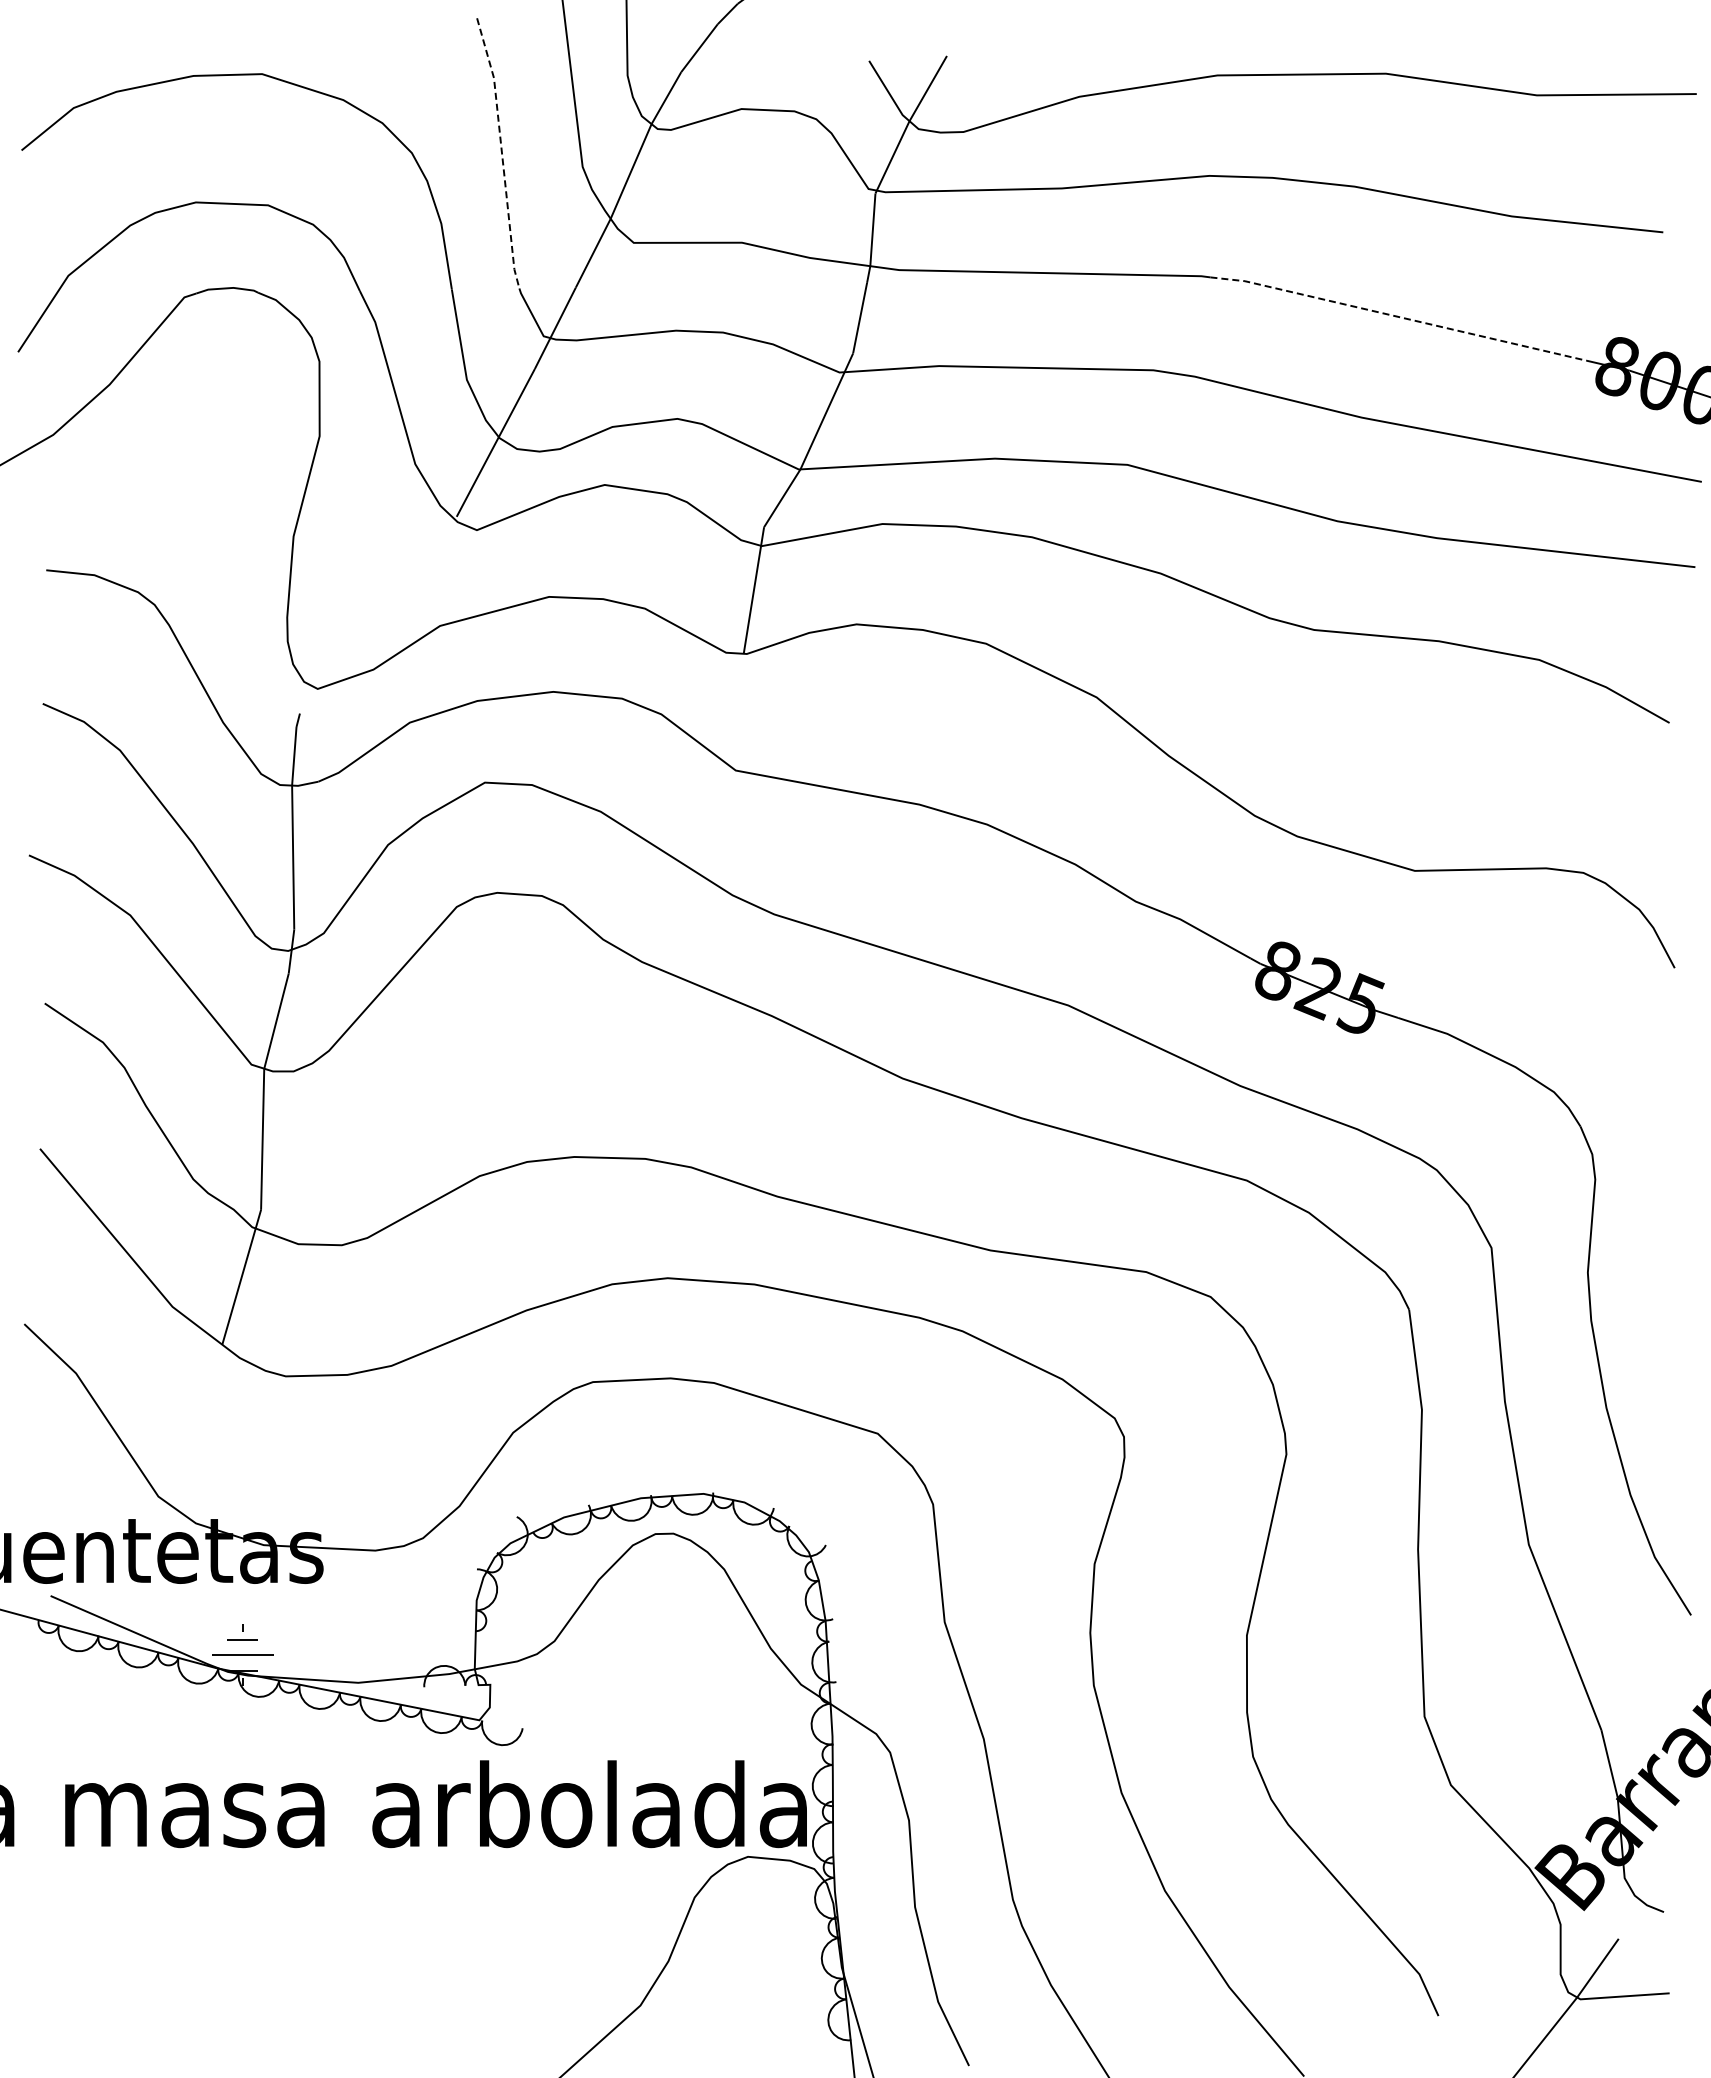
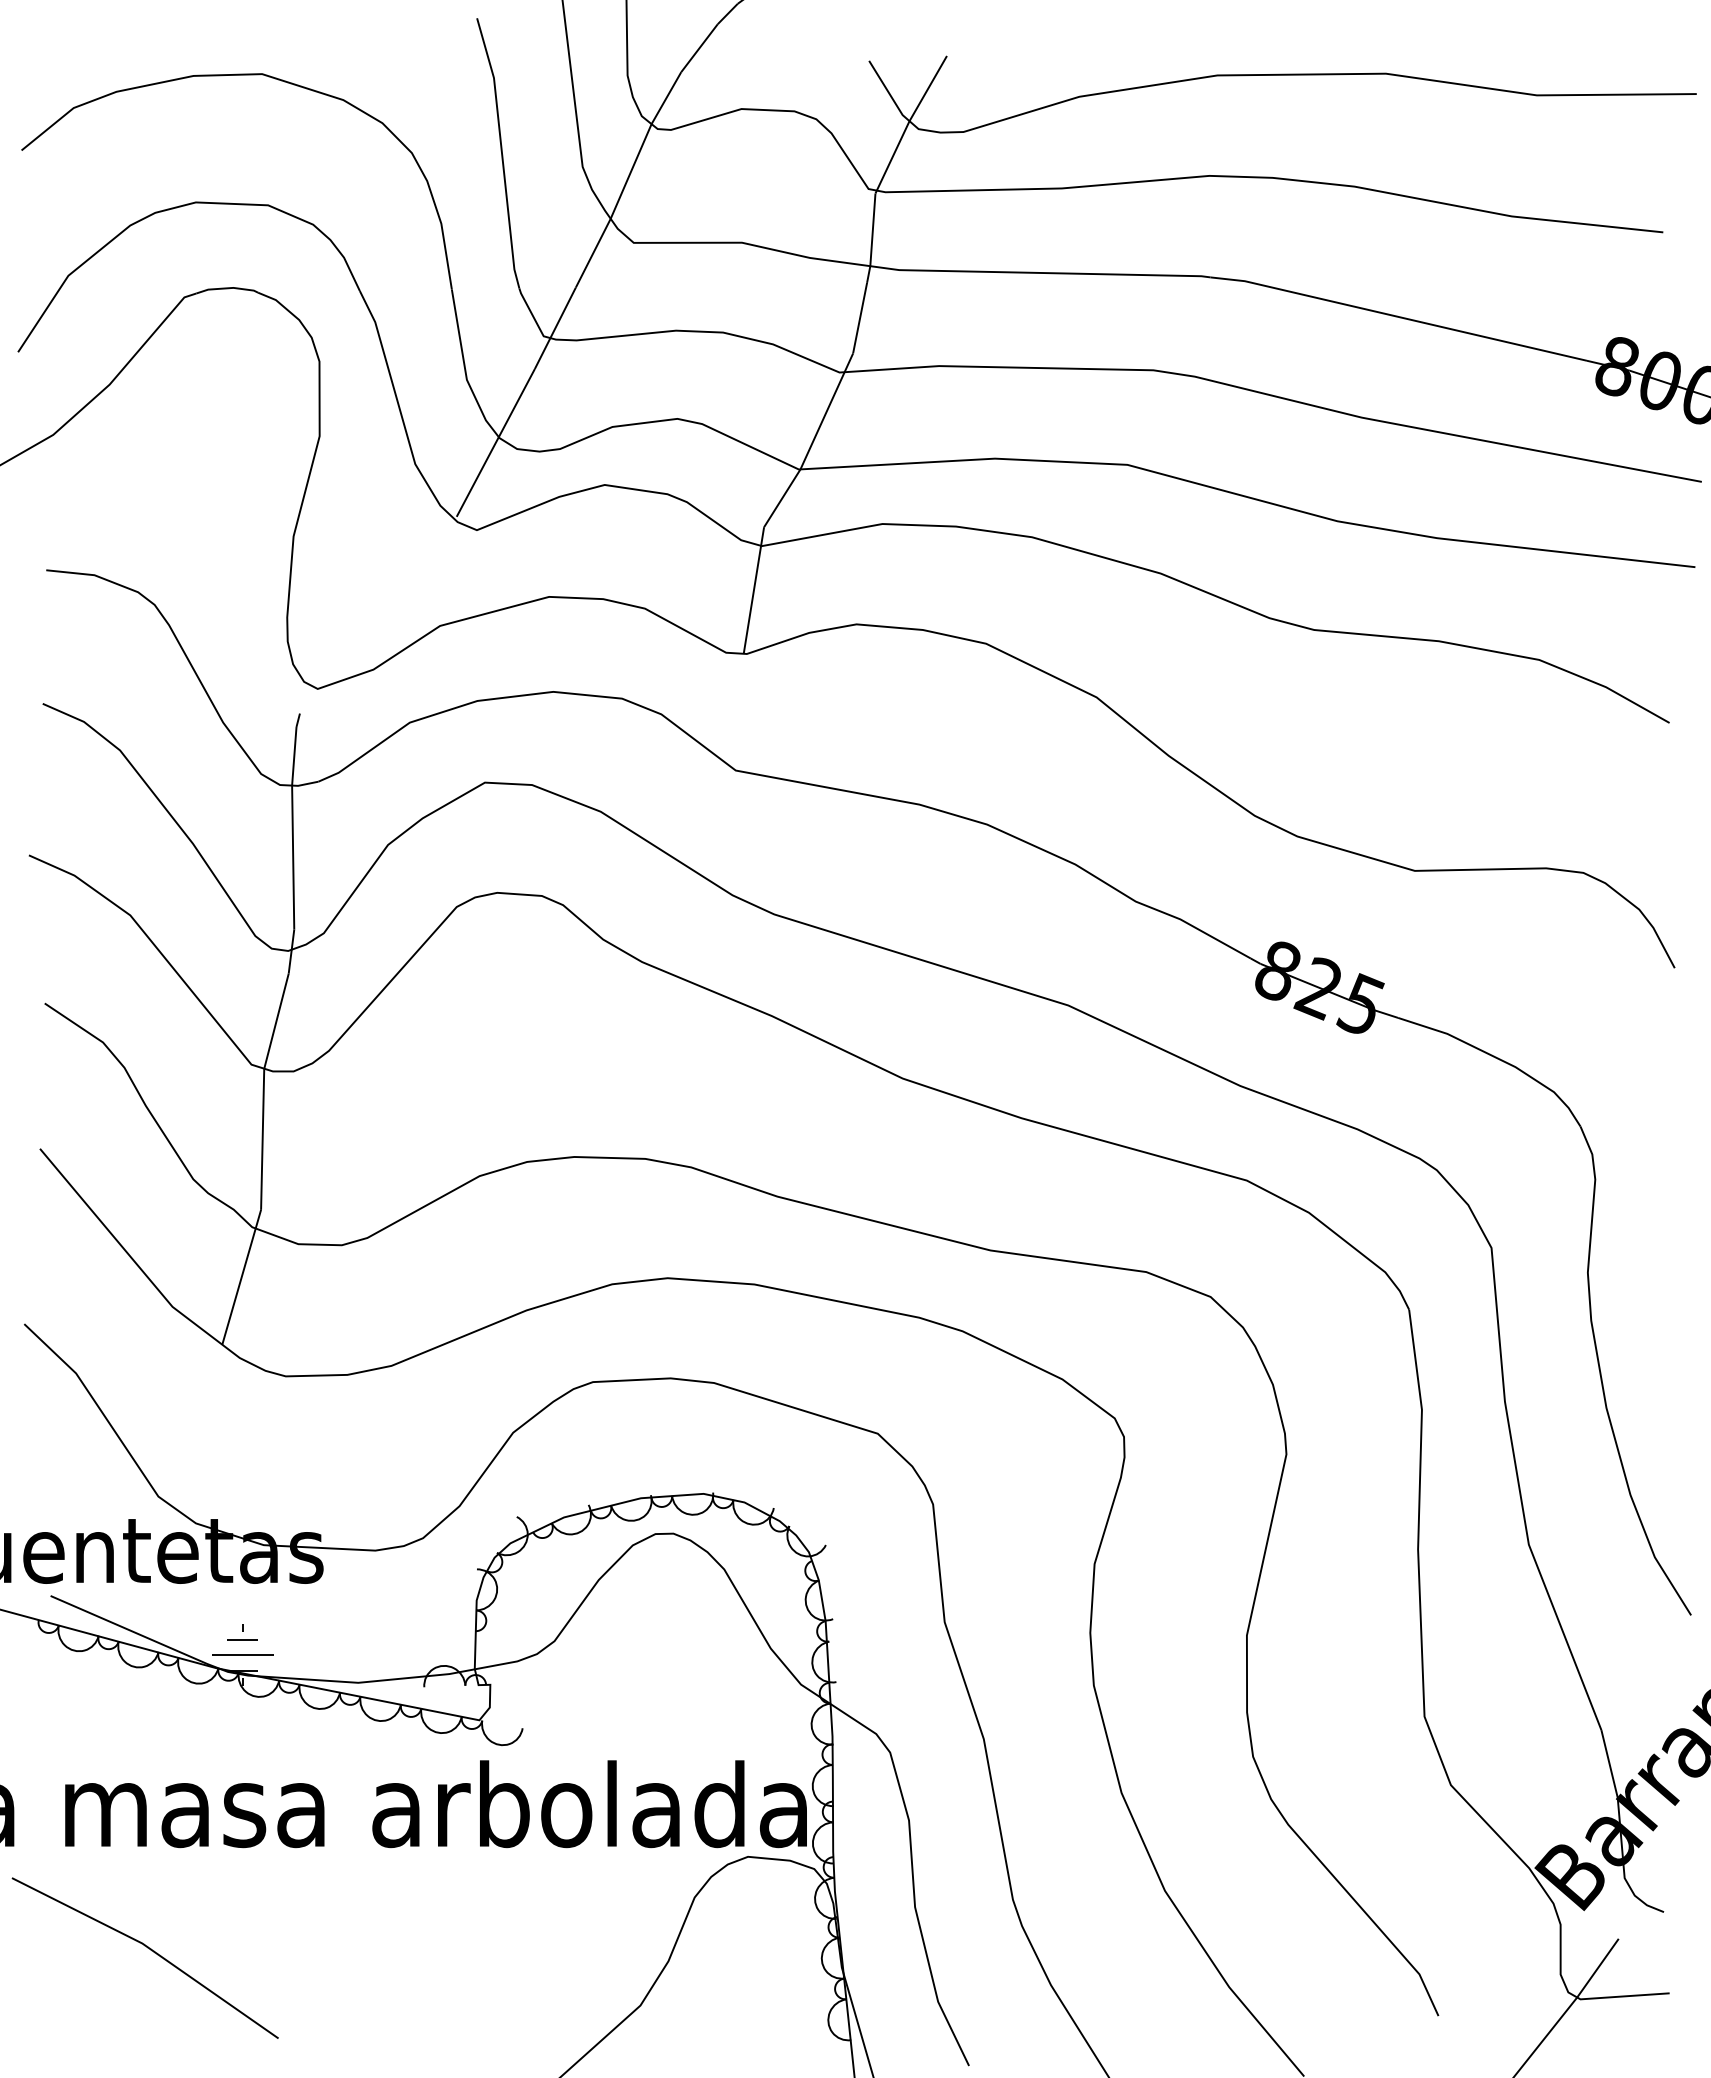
line at (501, 152): dashed -> solid
line at (1398, 316): dashed -> solid
line at (150, 1950): none -> present
